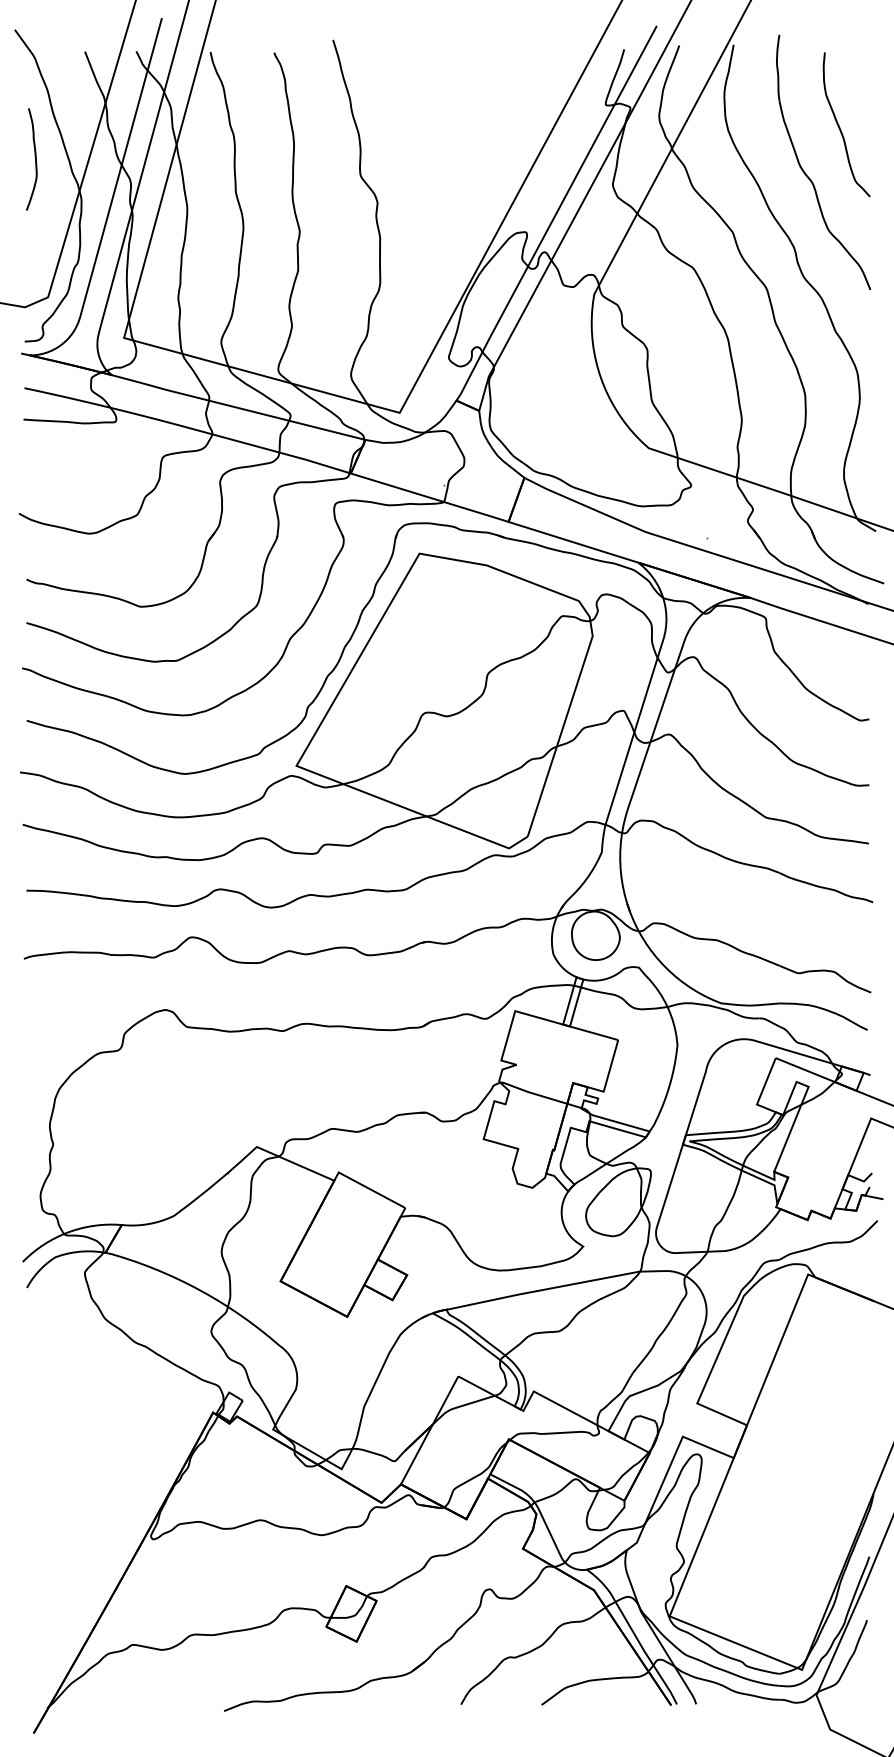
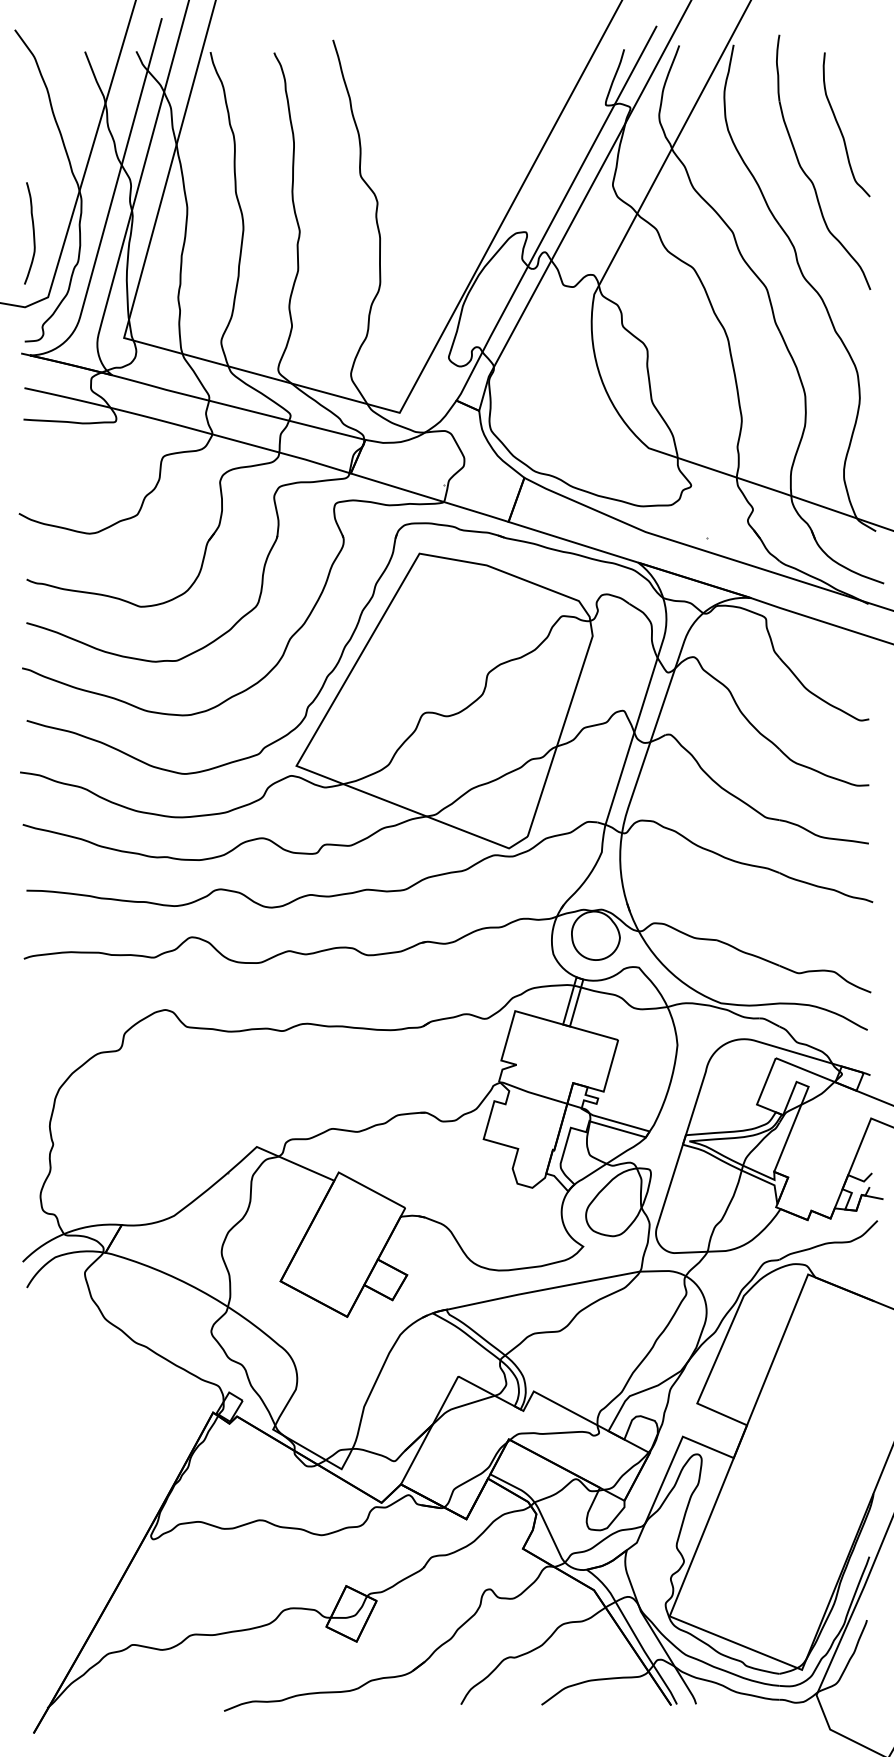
curve at (35, 159) position: (35, 159) -> (33, 233)
